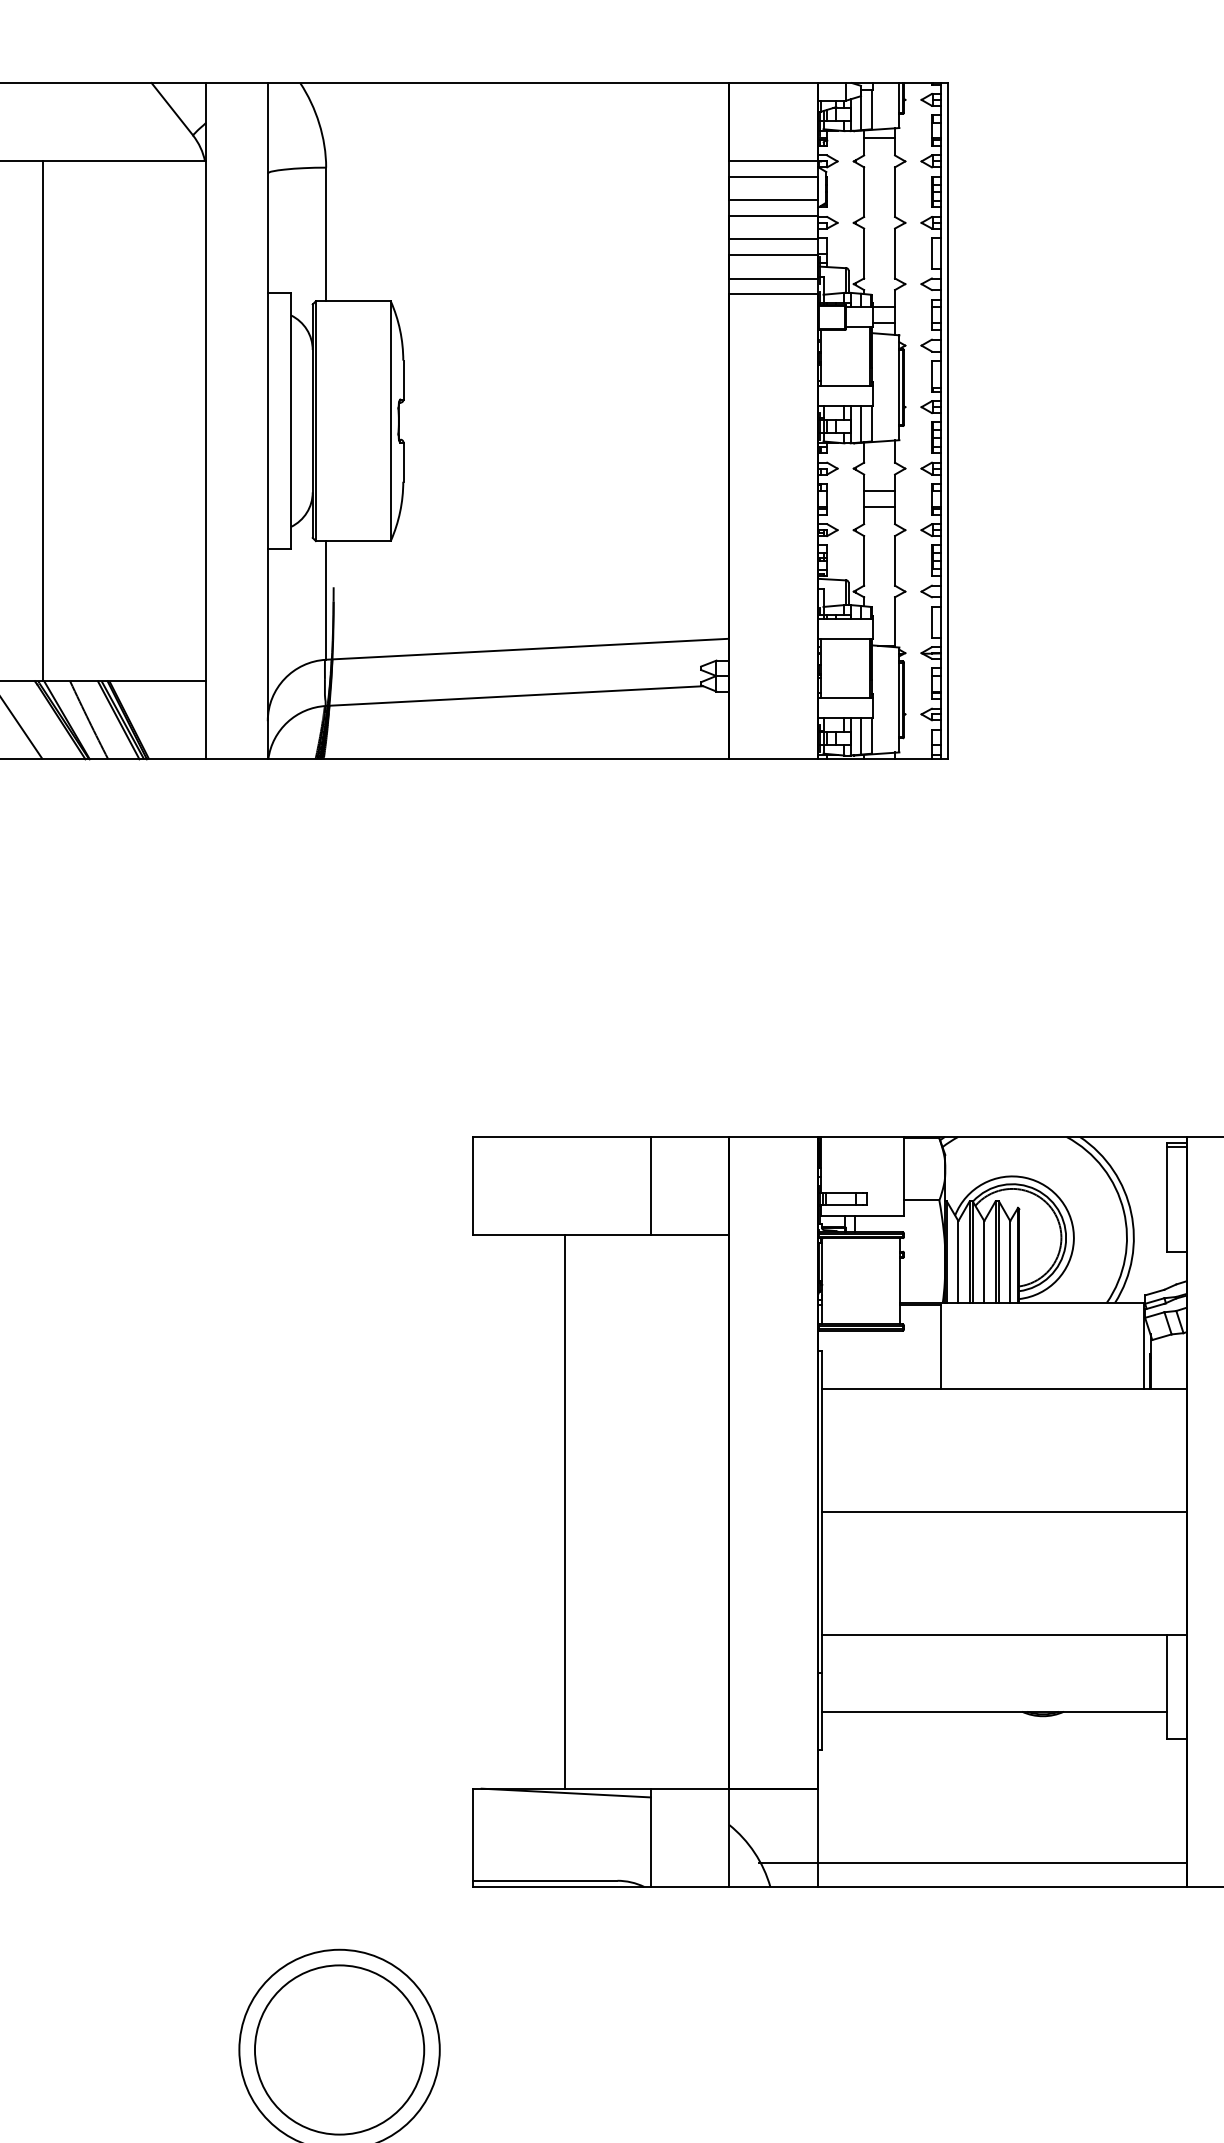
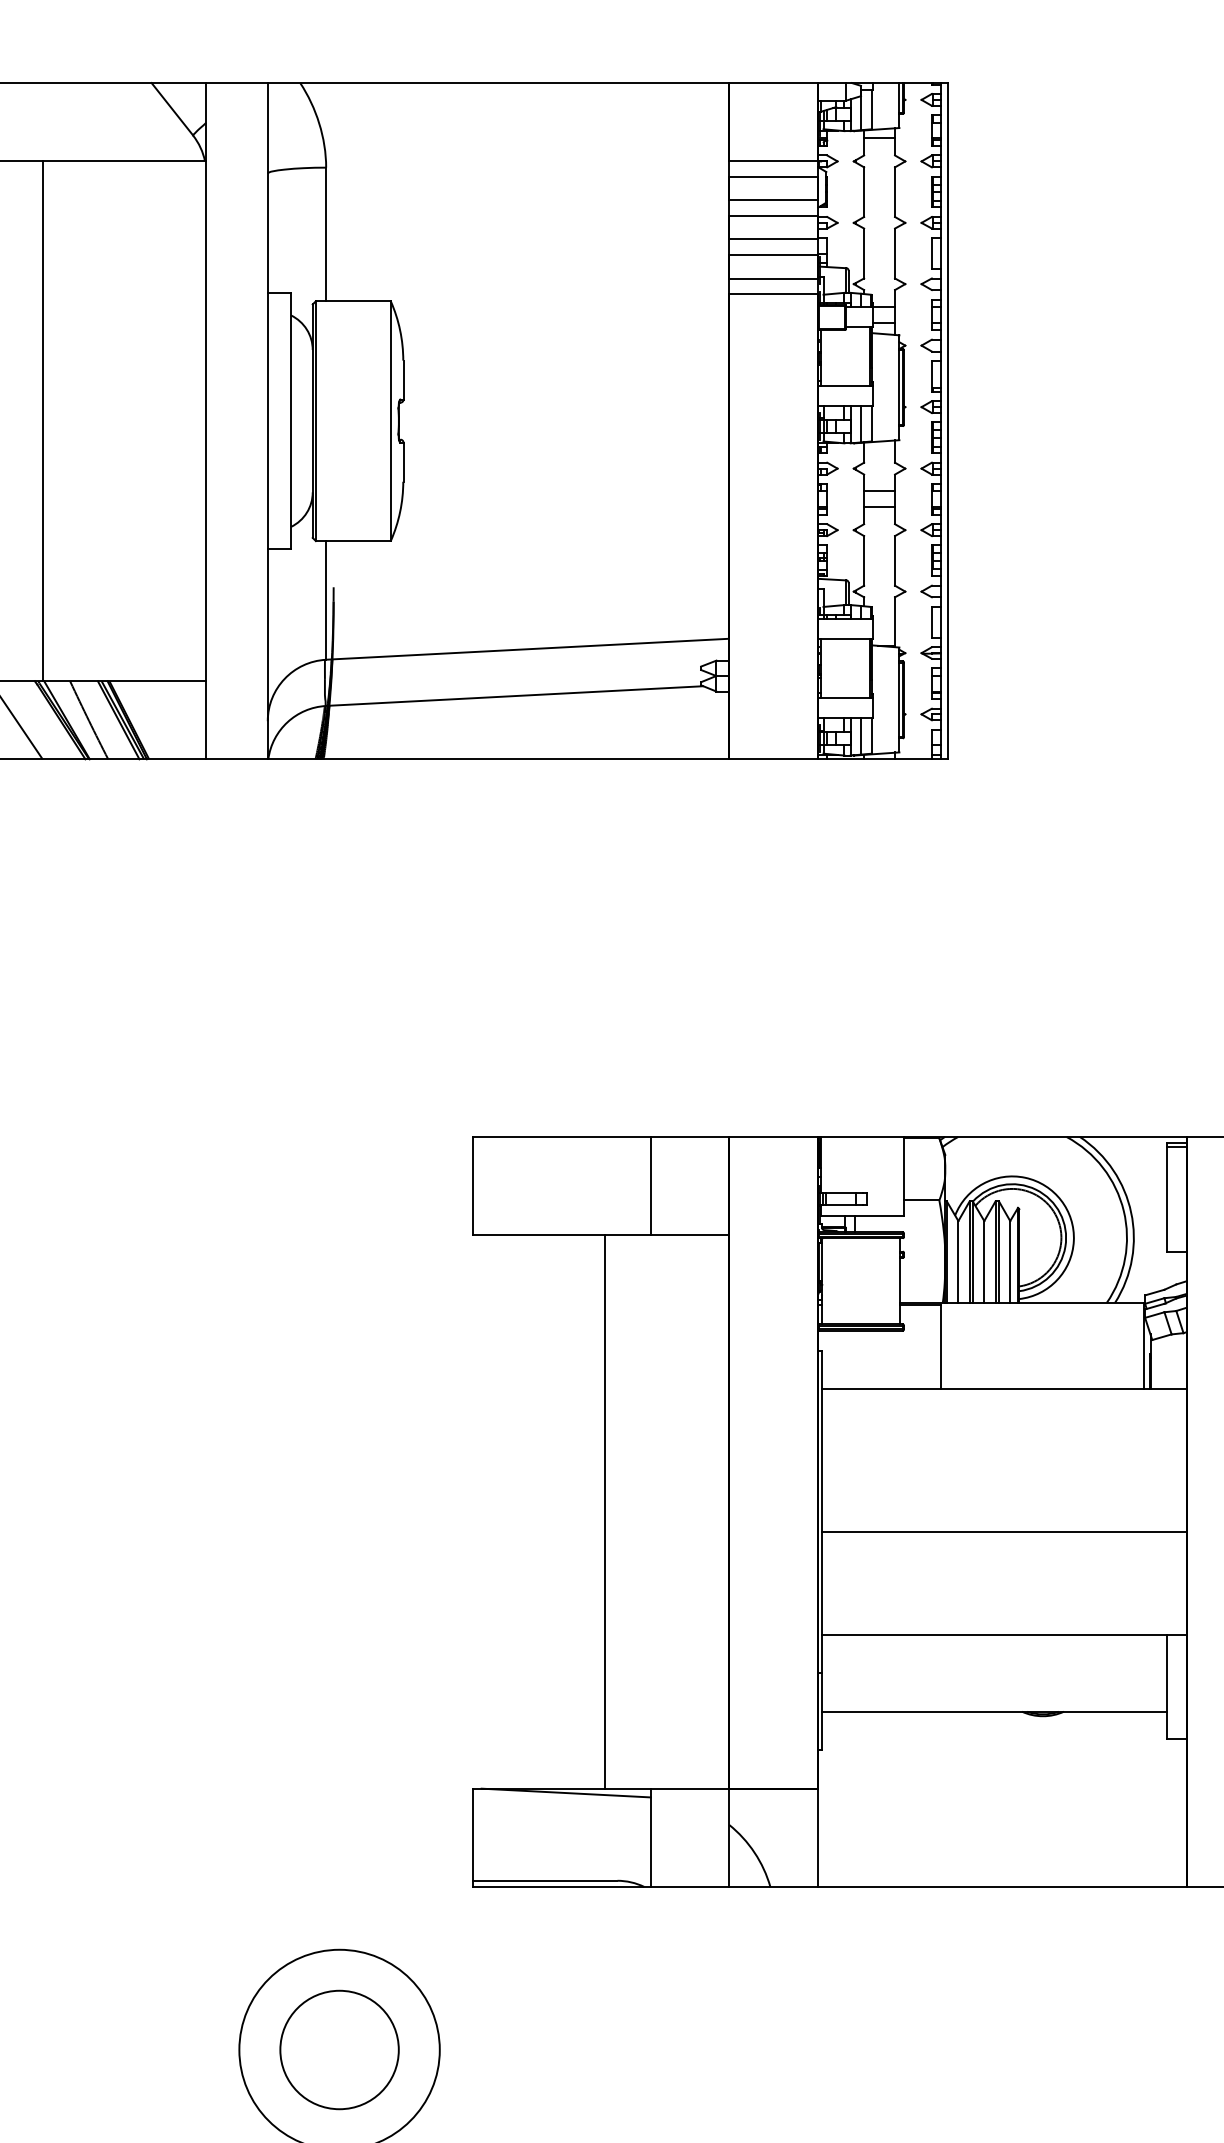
line at (565, 1511) position: (565, 1511) -> (605, 1511)
line at (1003, 1512) position: (1003, 1512) -> (1003, 1532)
line at (972, 1862): present -> none
circle at (339, 2049) diameter: 169 px -> 118 px
